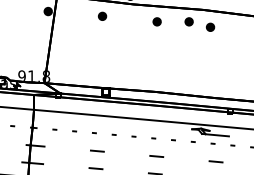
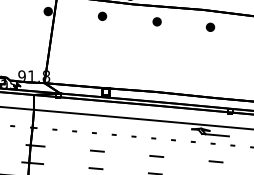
part at (188, 21): present -> none
